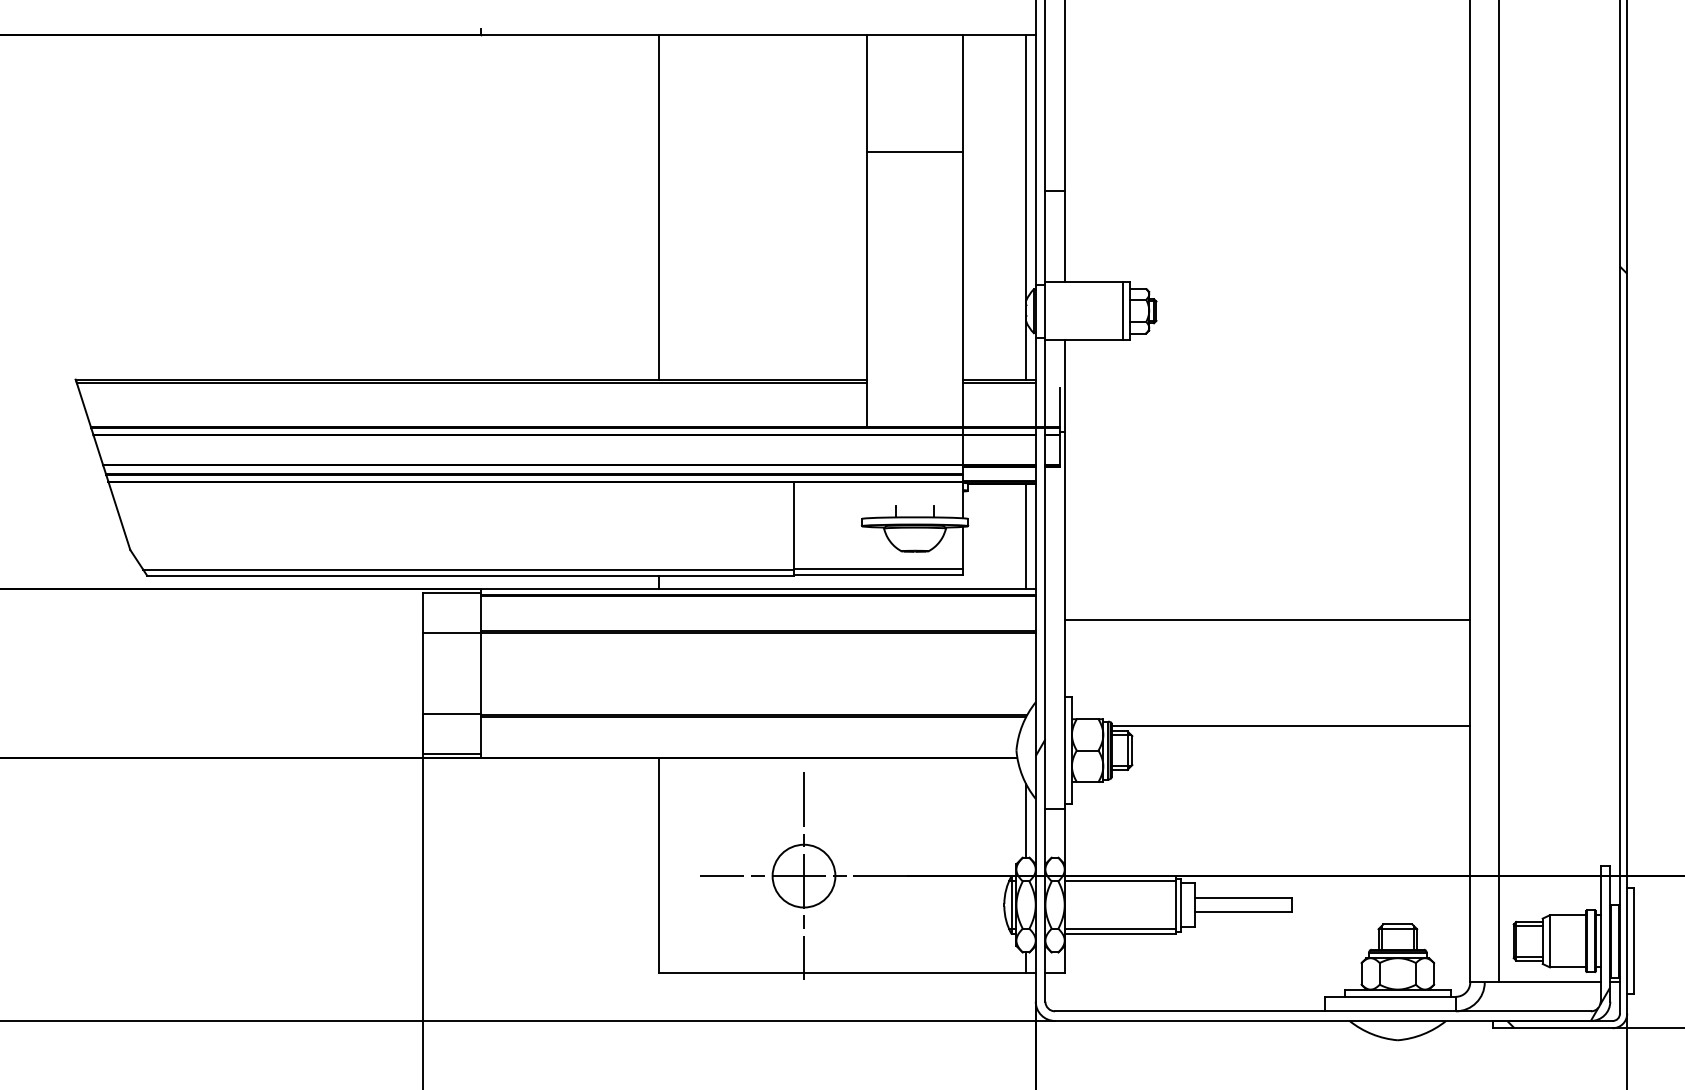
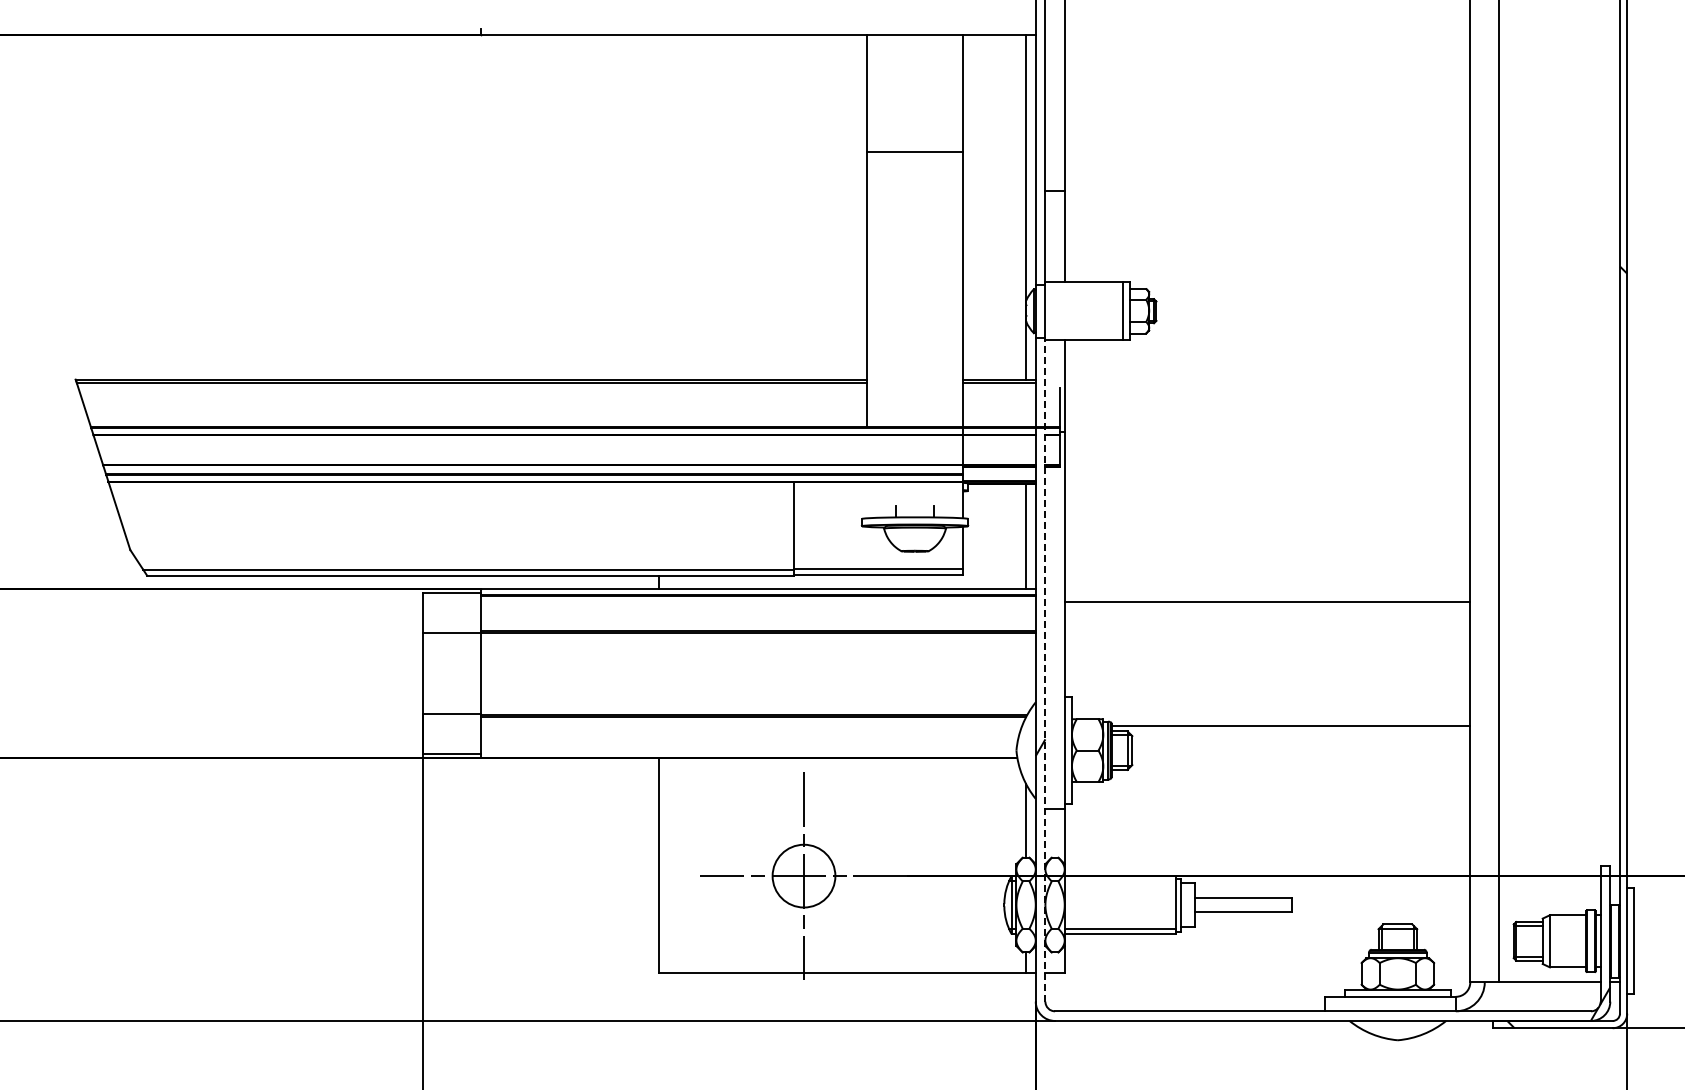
line at (659, 207): present -> none
line at (1267, 620) position: (1267, 620) -> (1267, 602)
line at (1045, 669): solid -> dashed
line at (1119, 881): present -> none
